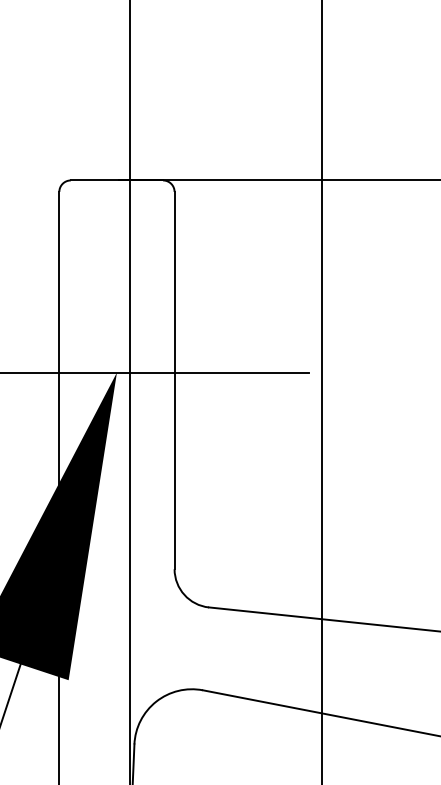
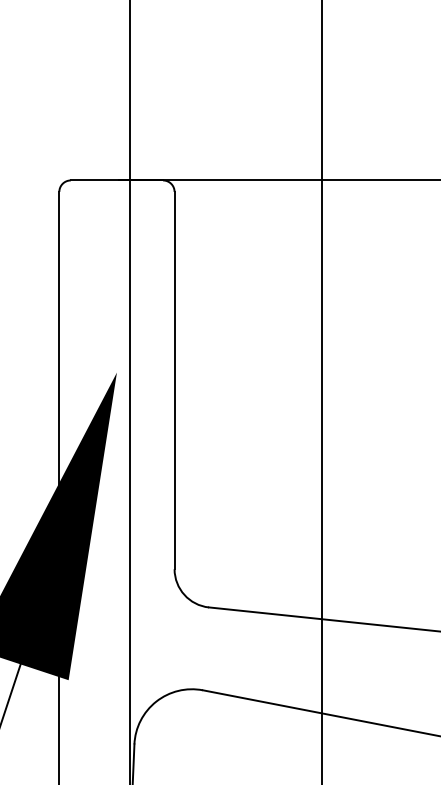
line at (155, 372): present -> none
